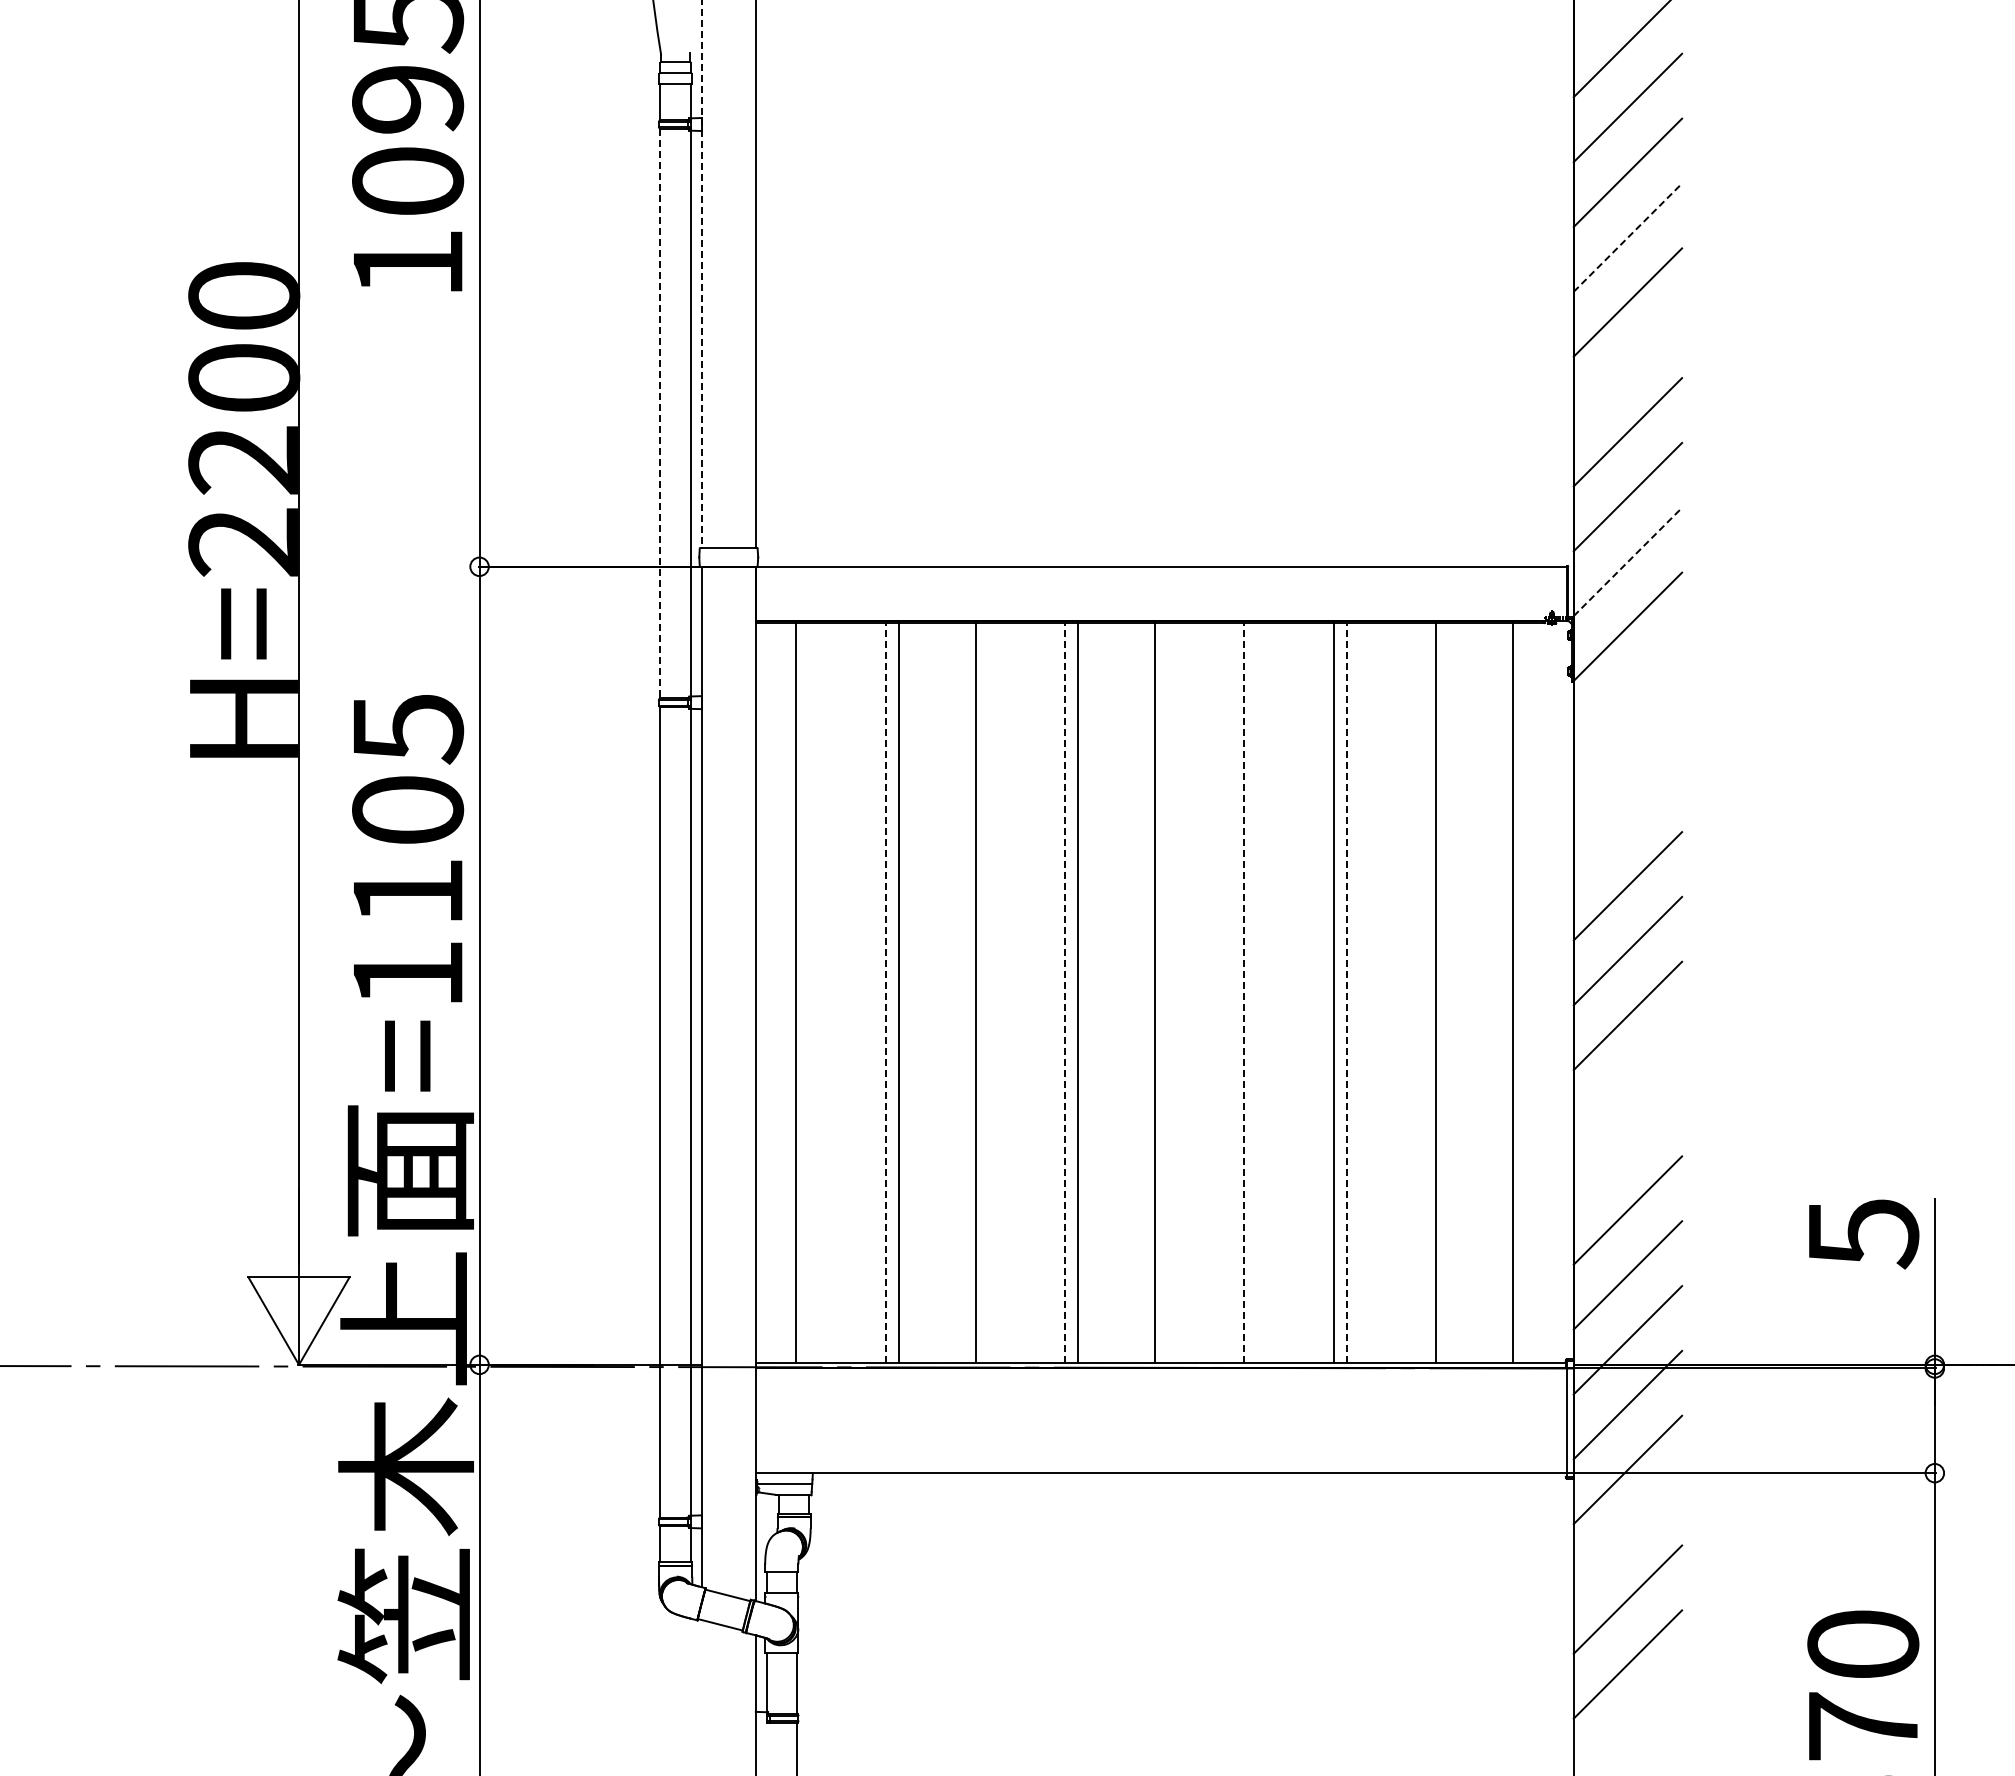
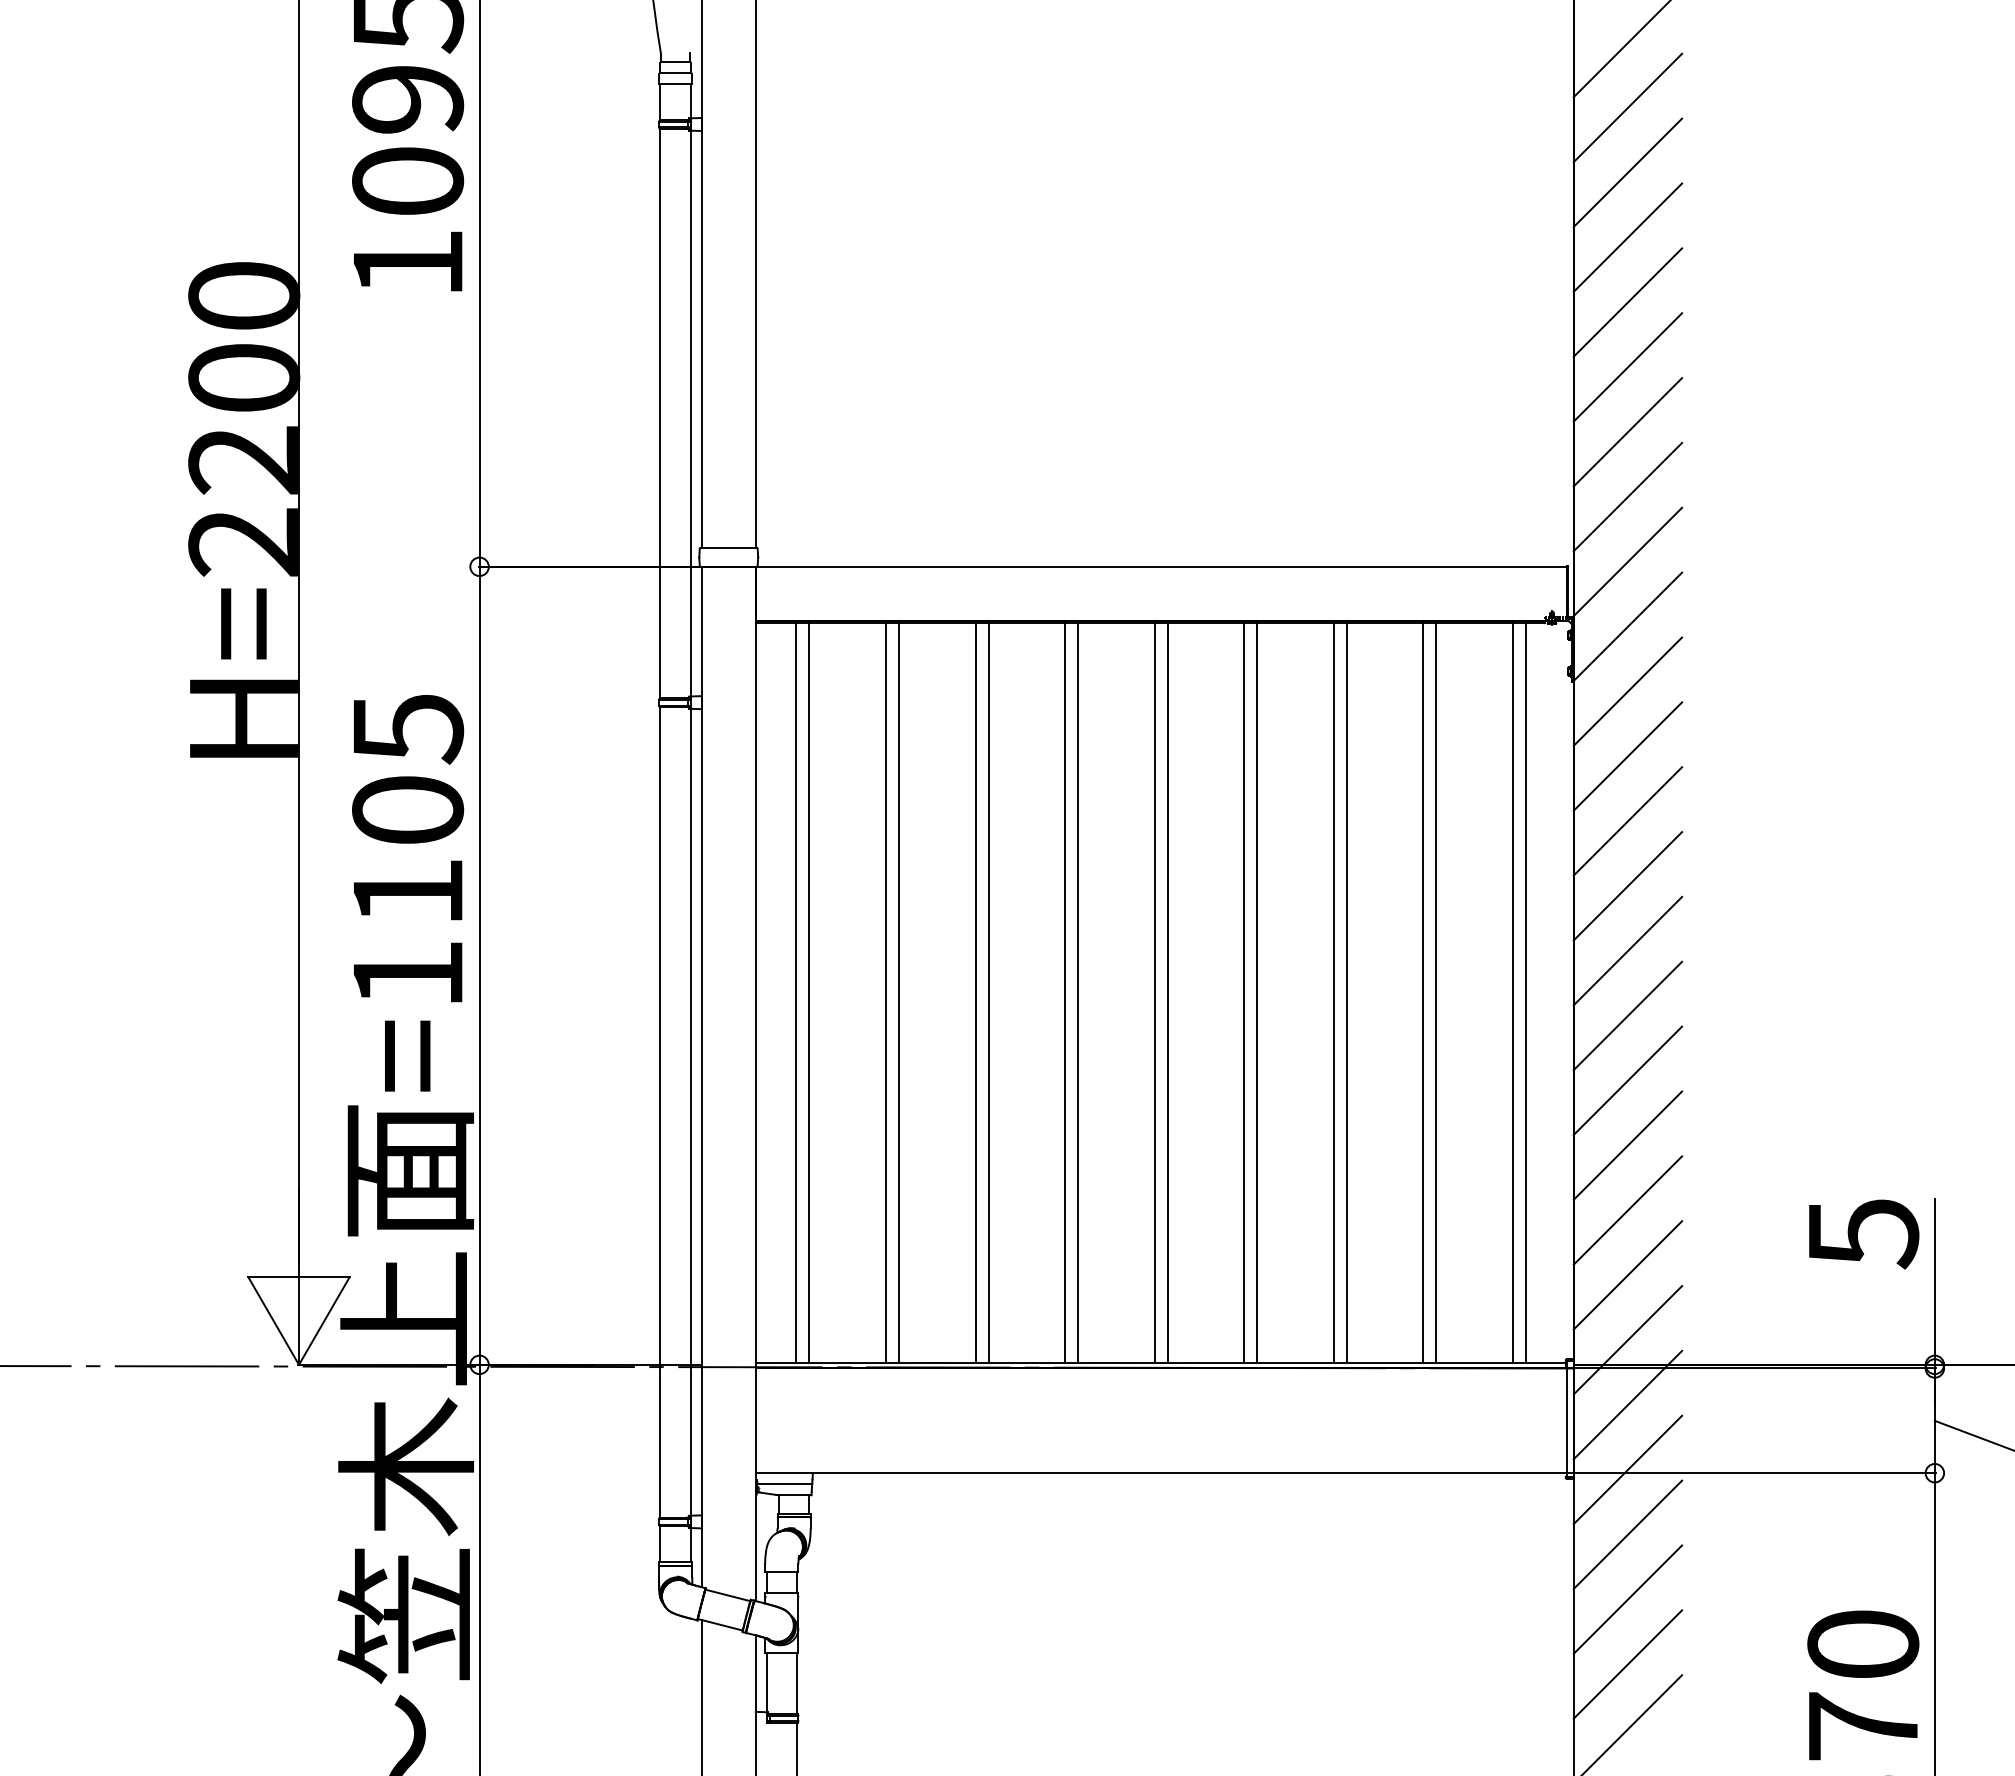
line at (1627, 237): dashed -> solid
line at (701, 274): dashed -> solid
line at (1627, 367): none -> present
line at (660, 413): dashed -> solid
line at (1627, 561): dashed -> solid
line at (1627, 691): none -> present
line at (1627, 756): none -> present
line at (1627, 821): none -> present
line at (809, 992): none -> present
line at (886, 992): dashed -> solid
line at (988, 992): none -> present
line at (1065, 992): dashed -> solid
line at (1167, 992): none -> present
line at (1244, 992): dashed -> solid
line at (1257, 992): none -> present
line at (1346, 992): dashed -> solid
line at (1423, 992): none -> present
line at (1525, 992): none -> present
line at (1627, 1080): none -> present
line at (1627, 1145): none -> present
line at (1972, 1434): none -> present
line at (1627, 1534): none -> present
line at (701, 1695): none -> present
line at (1633, 1723): none -> present
